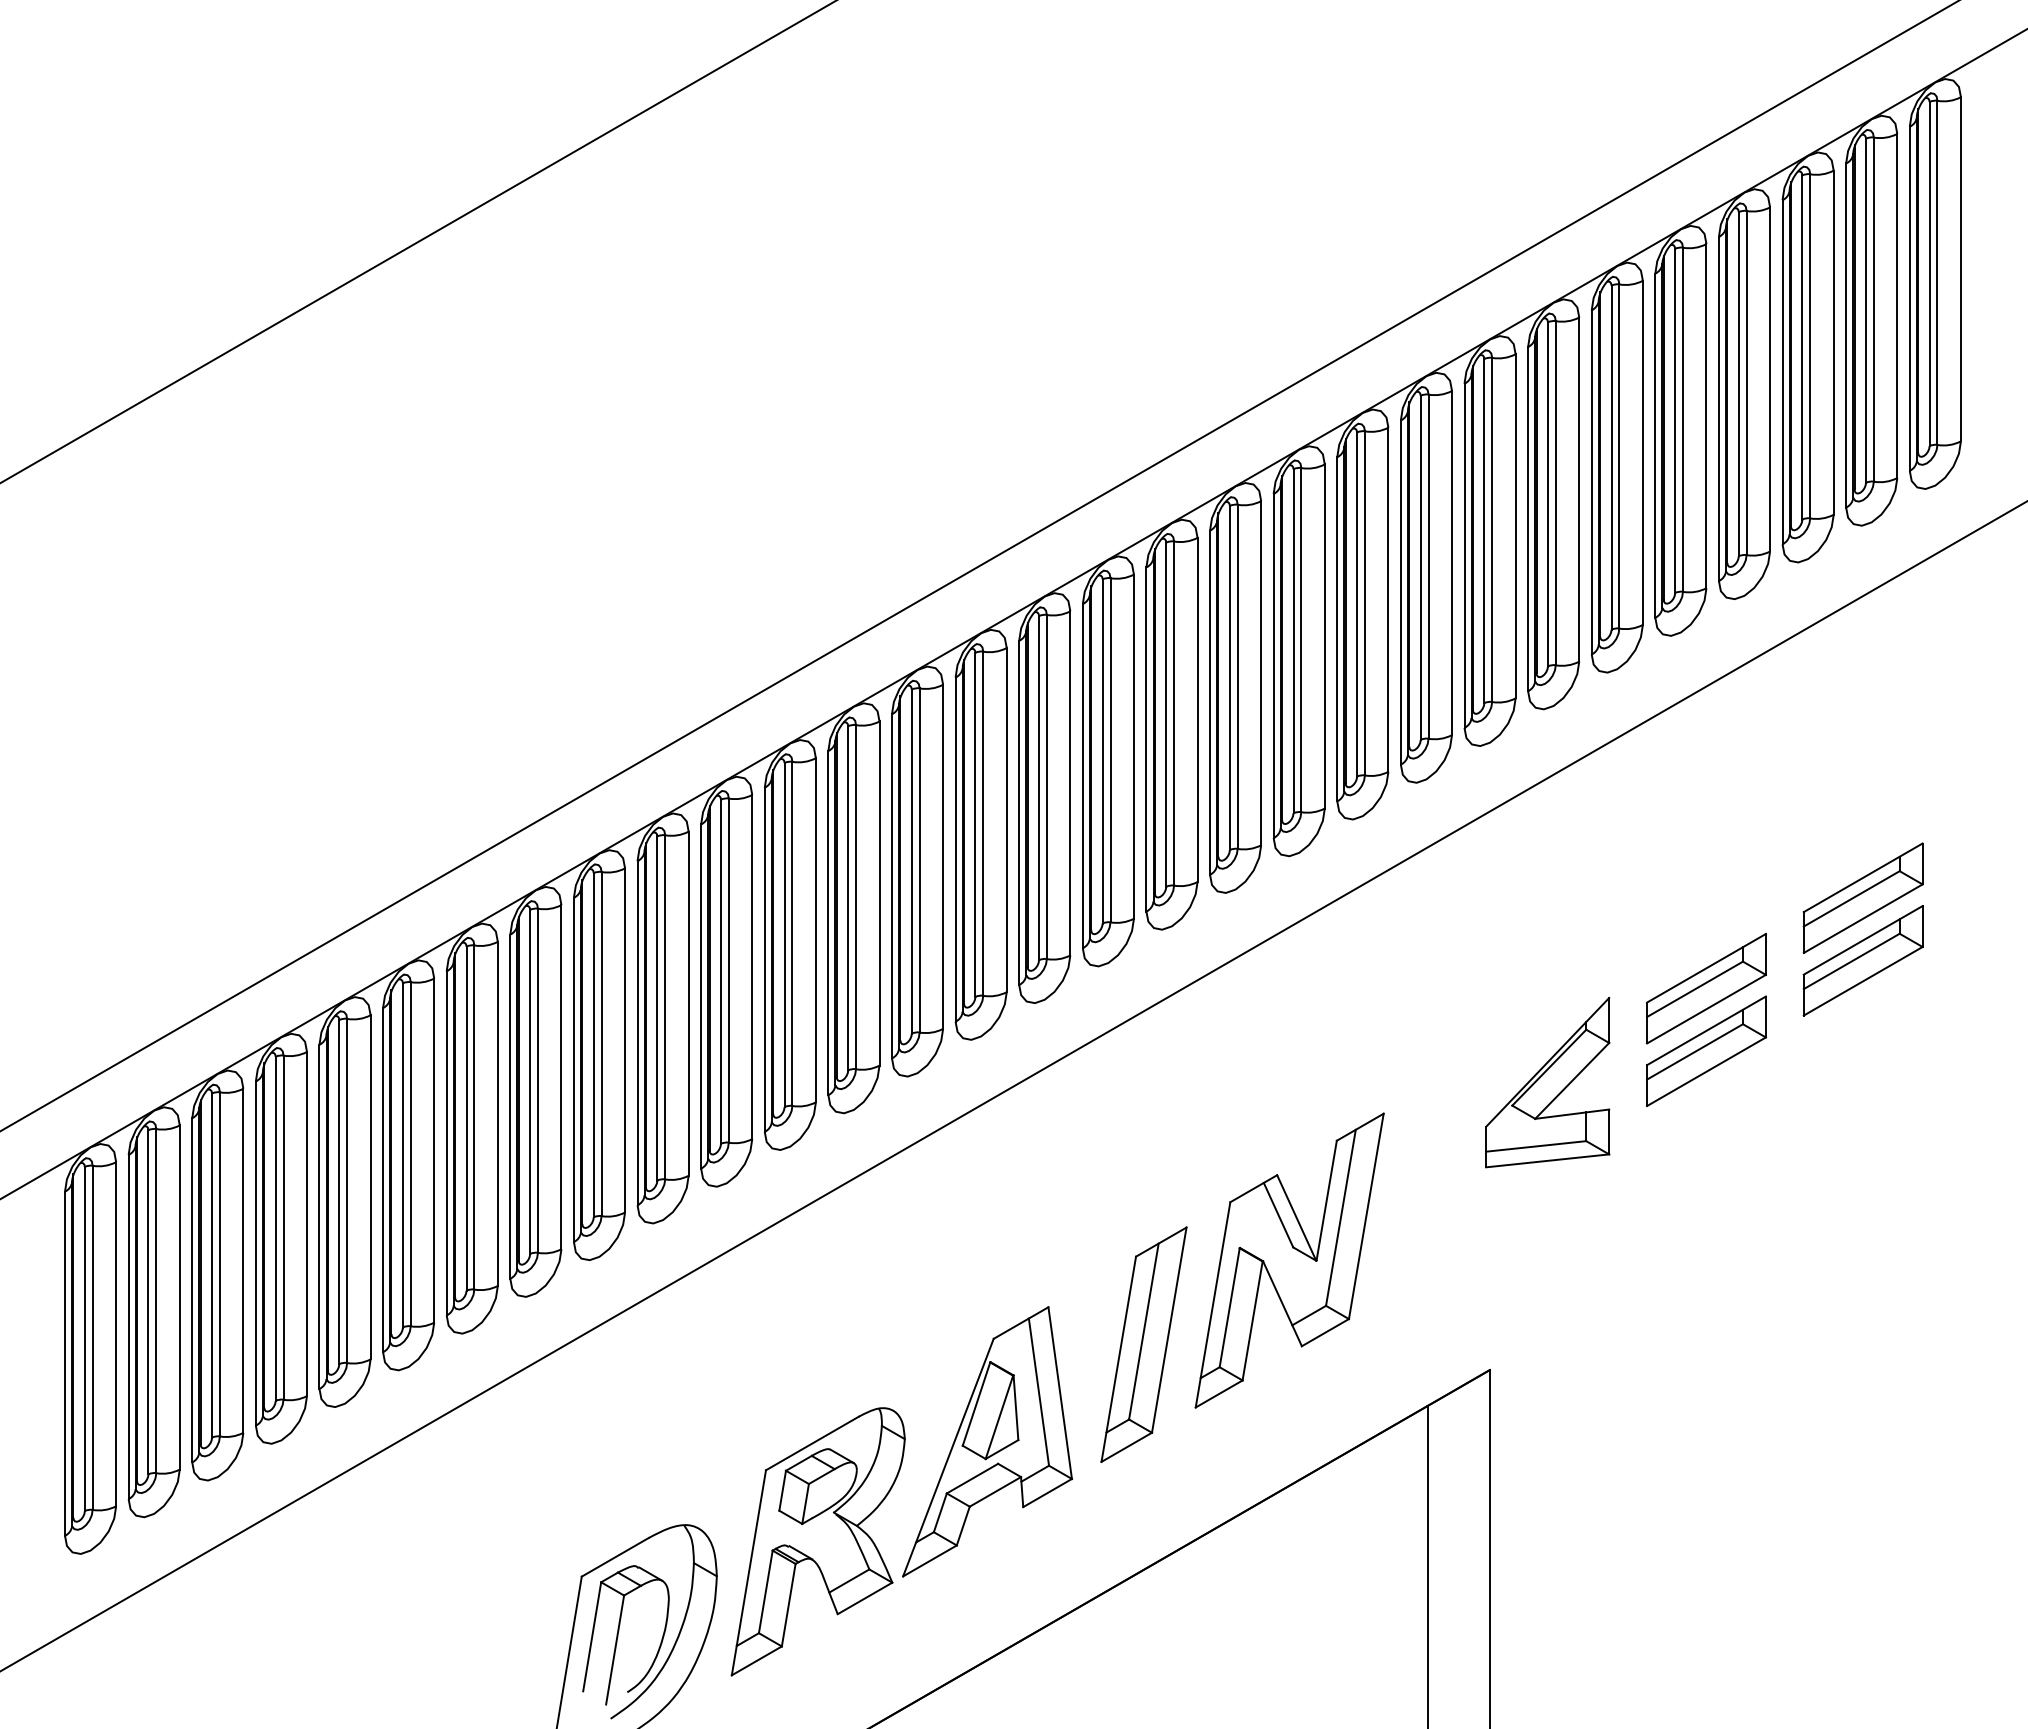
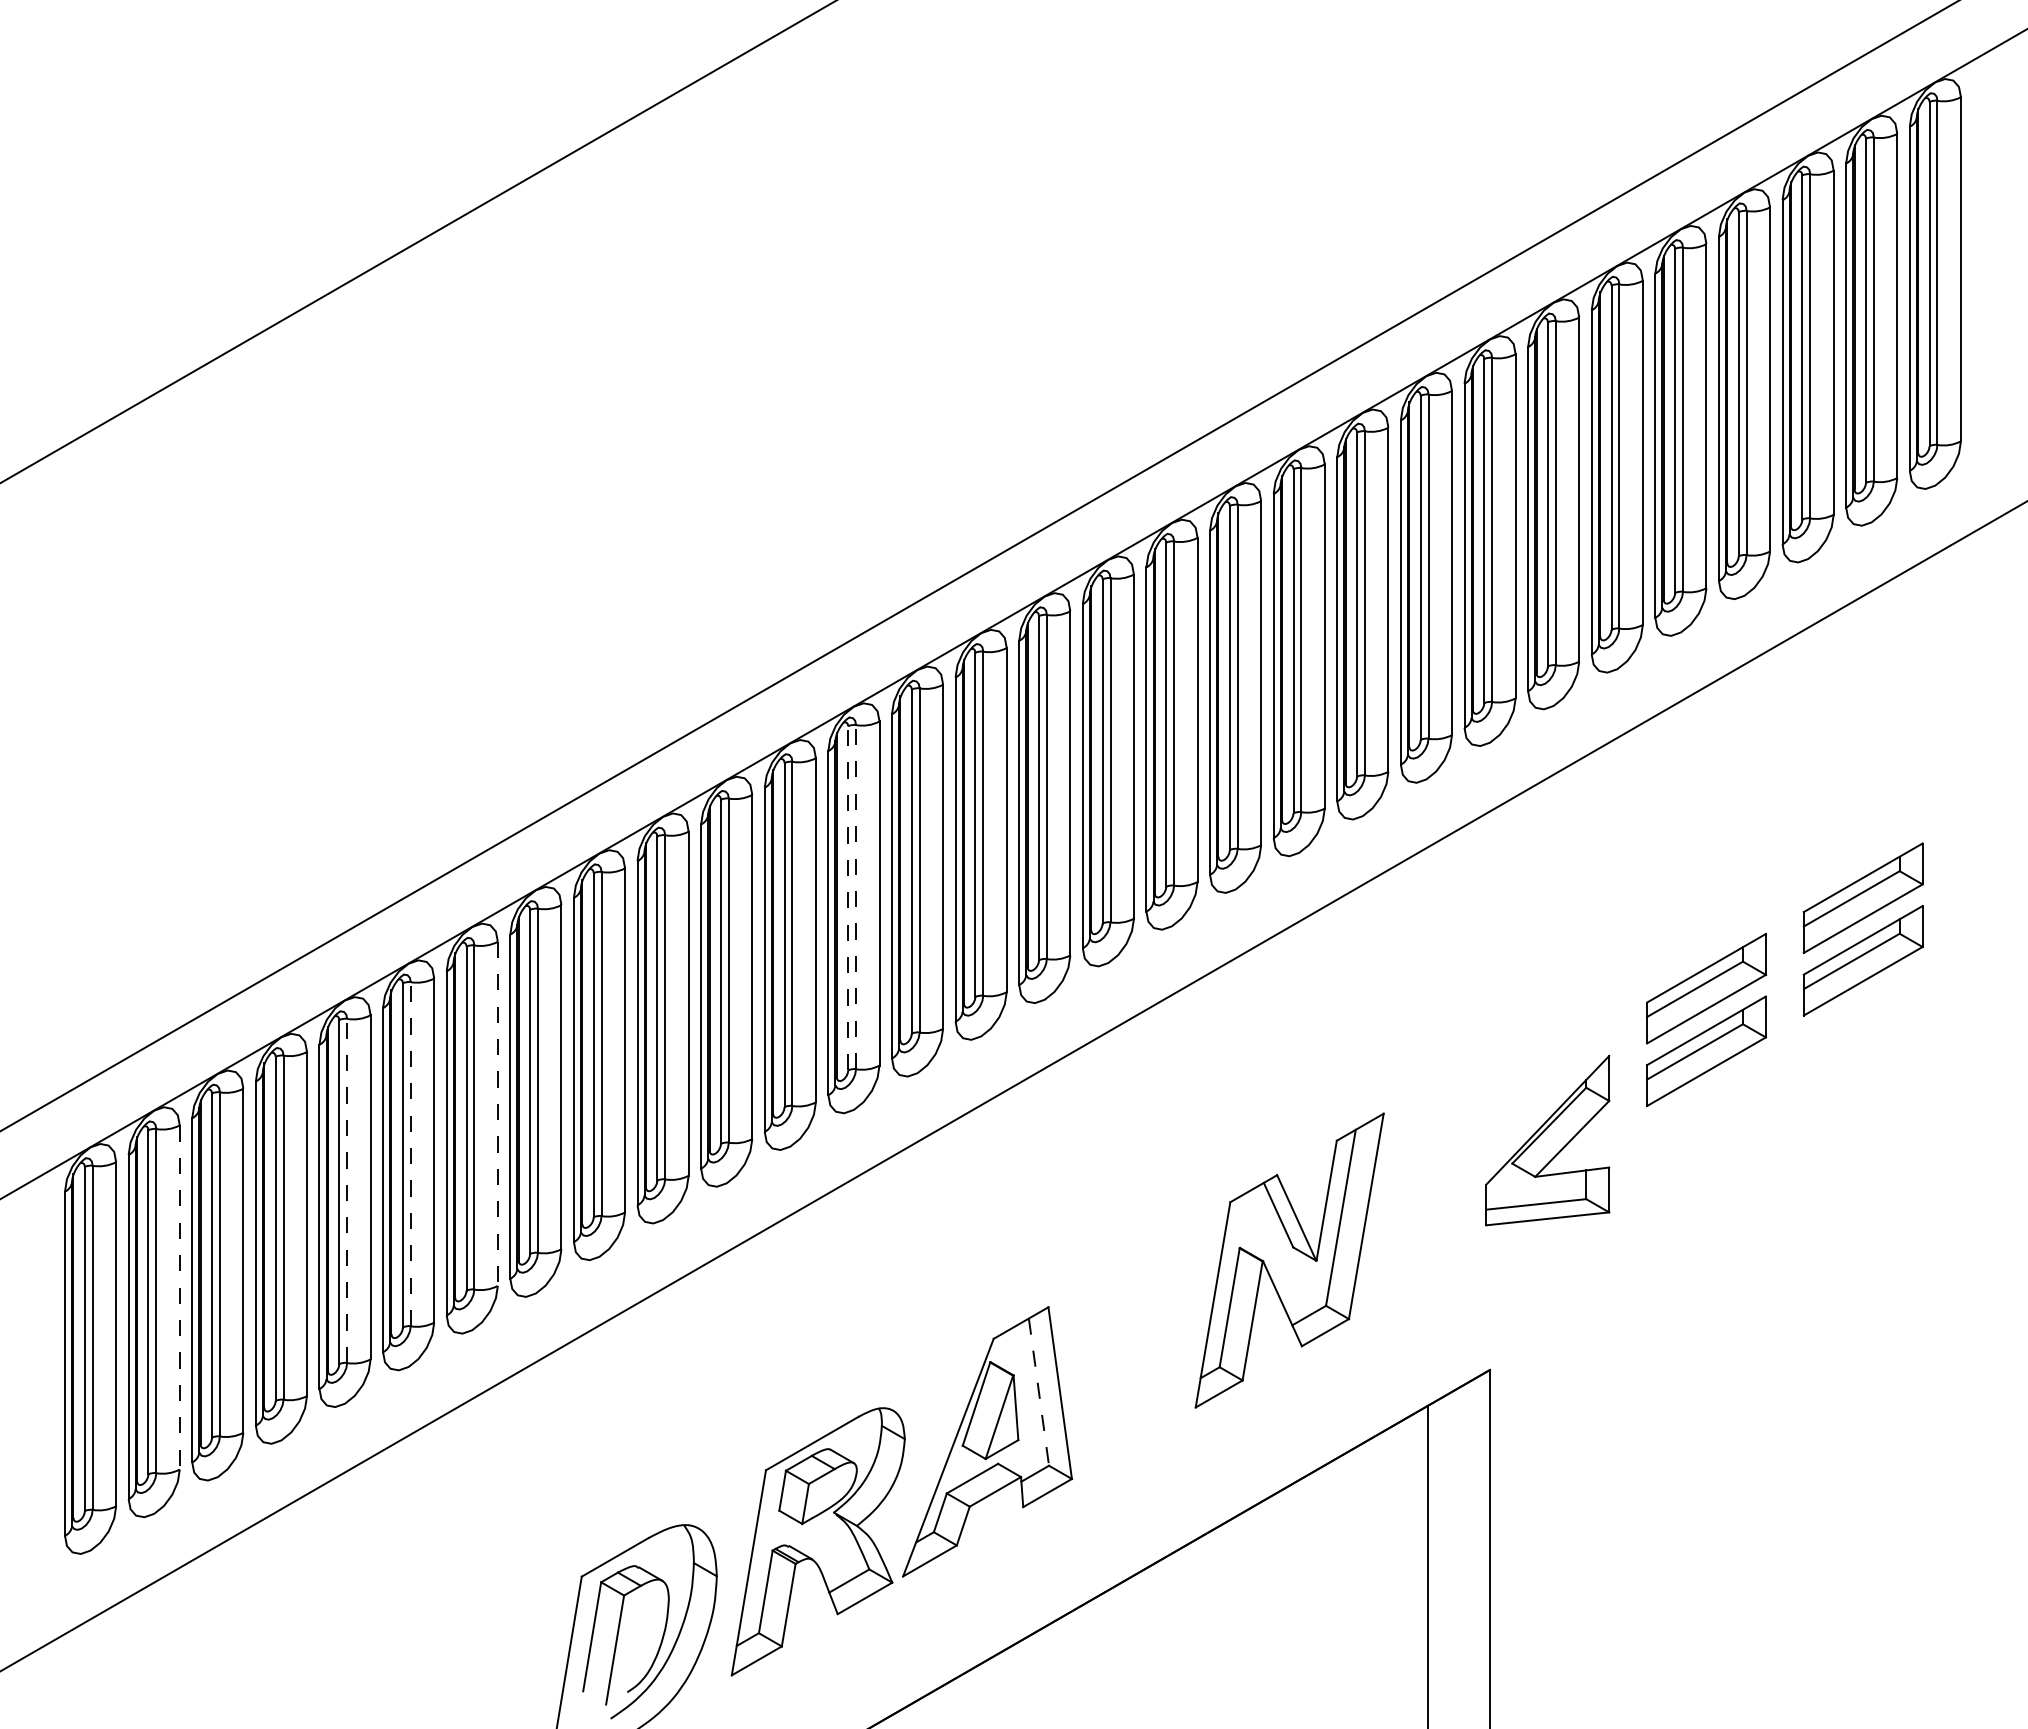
line at (856, 896): solid -> dashed
line at (848, 897): solid -> dashed
part at (1547, 1082) position: (1547, 1082) -> (1547, 1140)
line at (497, 1114): solid -> dashed
line at (410, 1153): solid -> dashed
line at (347, 1190): solid -> dashed
line at (179, 1297): solid -> dashed
part at (1143, 1344): present -> none
line at (1039, 1392): solid -> dashed
